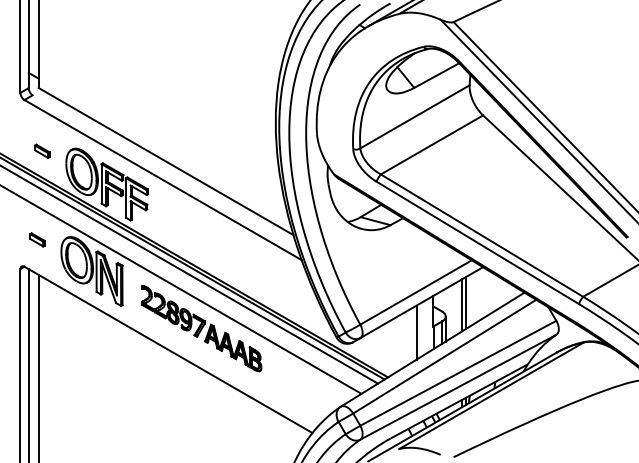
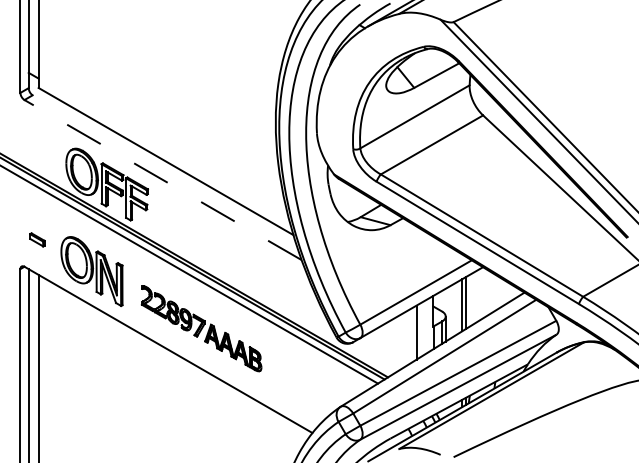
part at (42, 150): present -> none
line at (163, 180): solid -> dashed
line at (181, 289): present -> none
